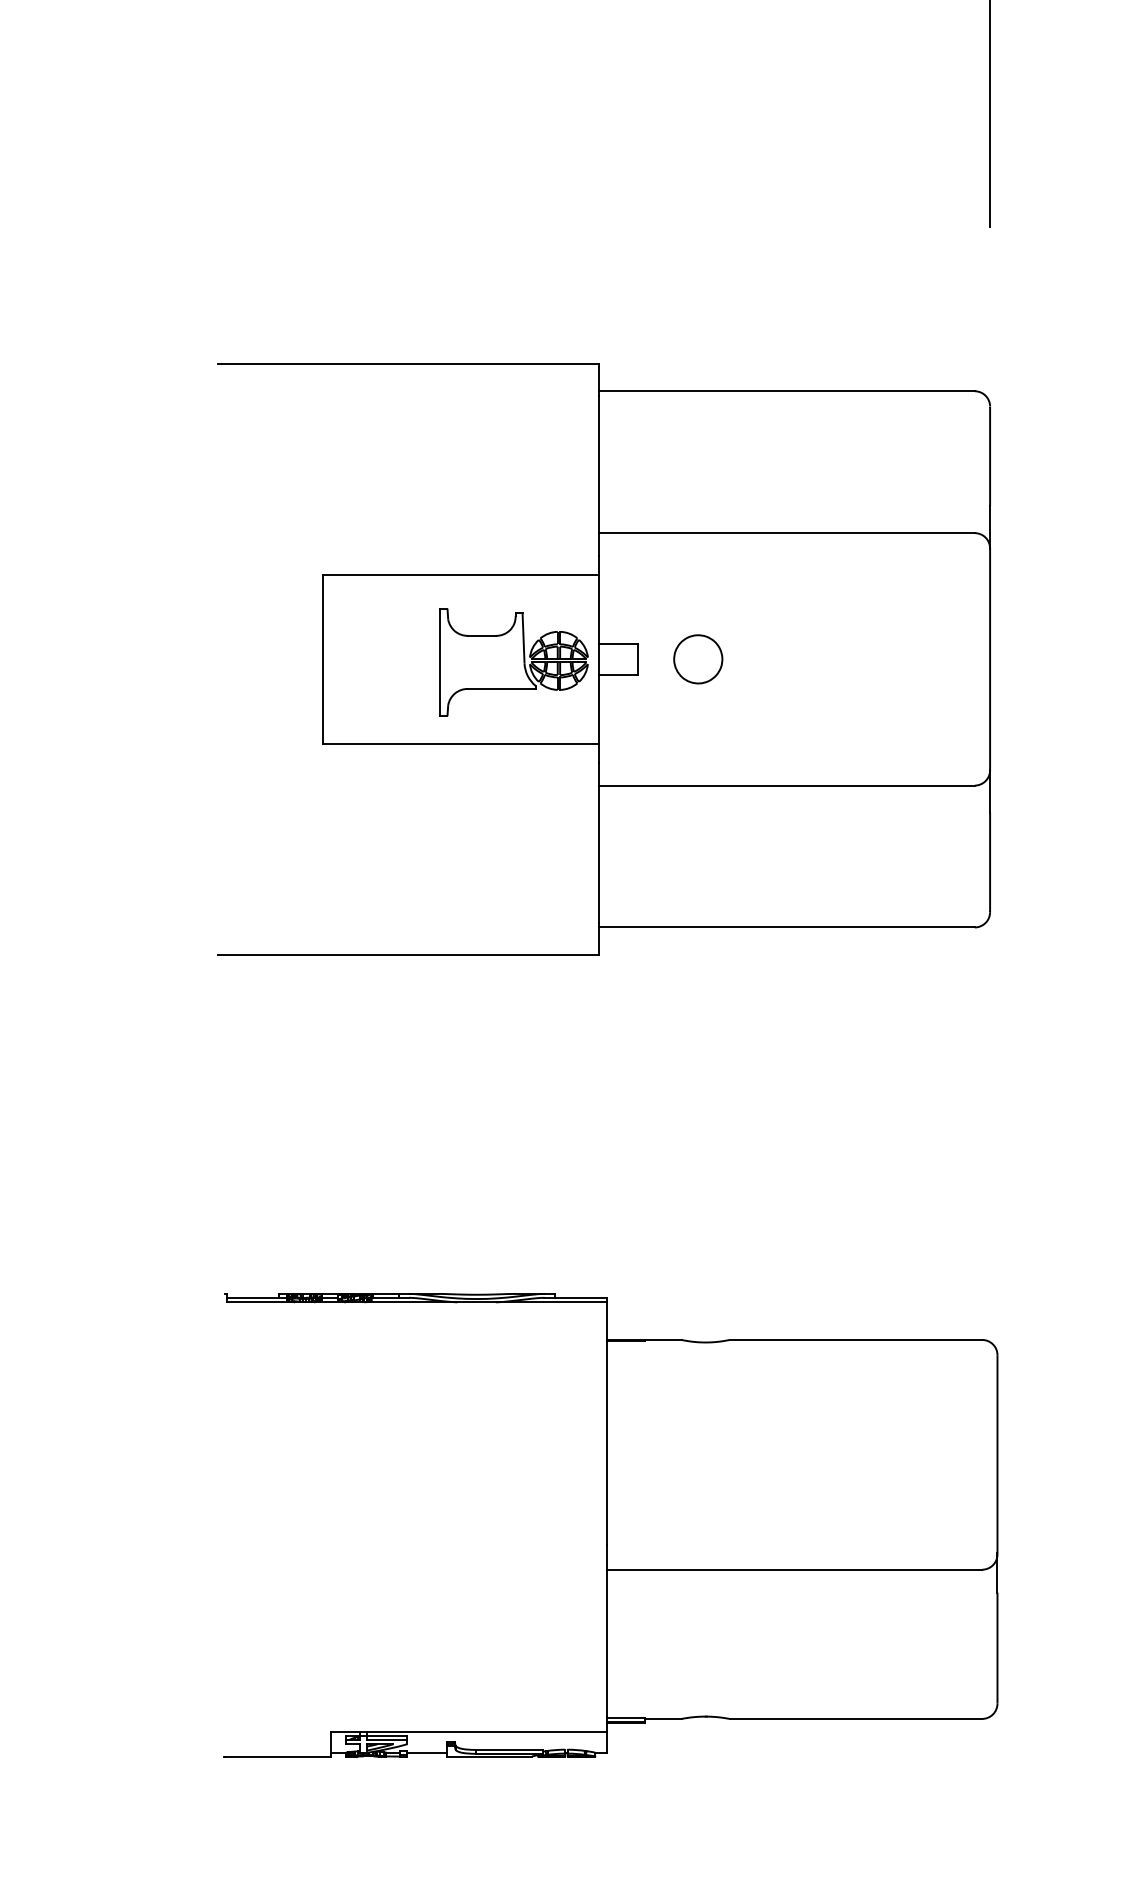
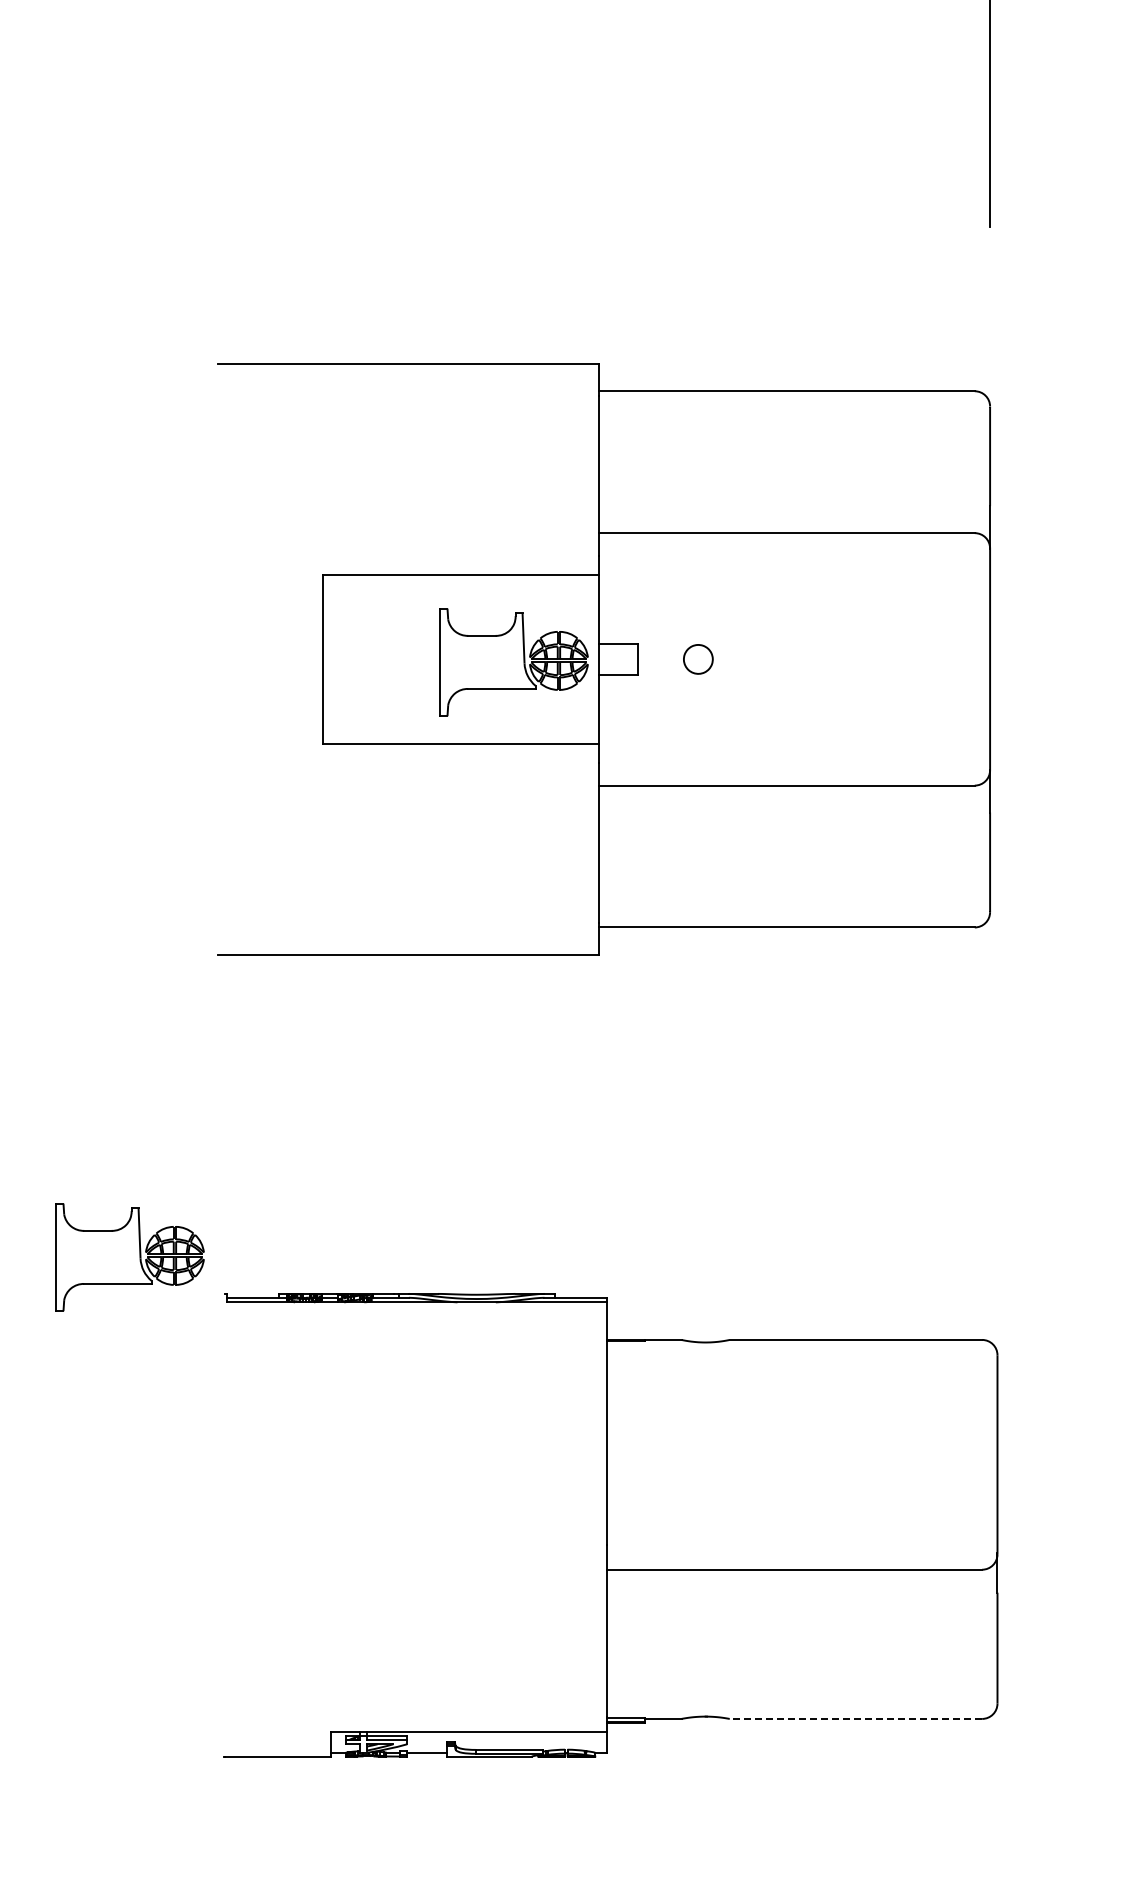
part at (698, 659) size: 51x51 px -> 31x31 px
part at (129, 1257): none -> present
line at (855, 1718): solid -> dashed
